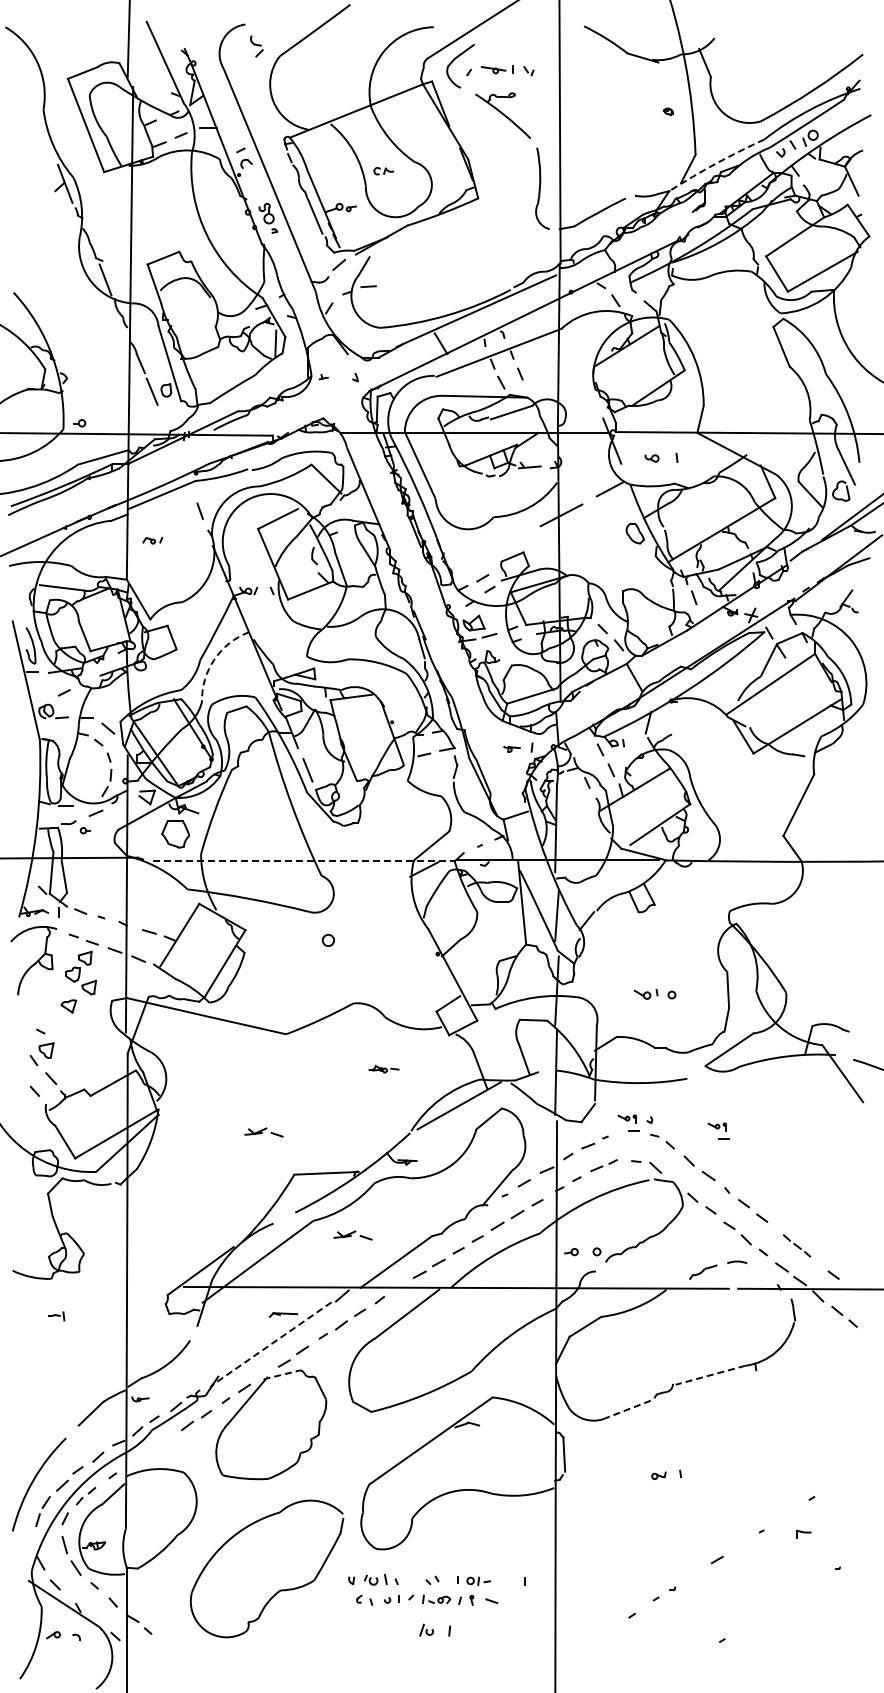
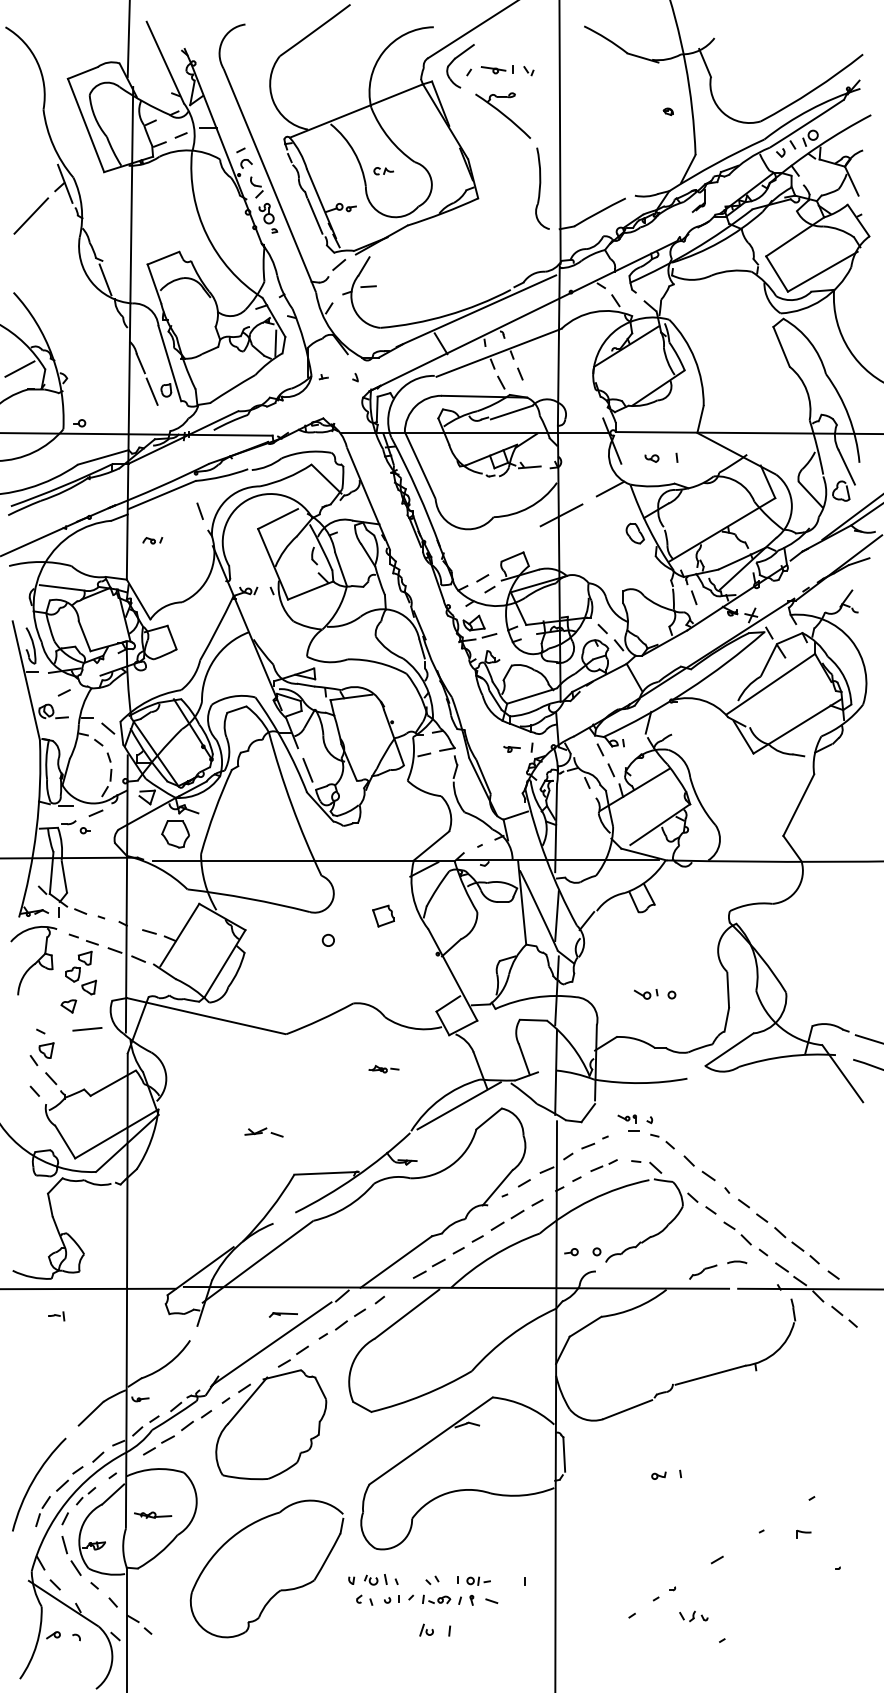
part at (256, 46) position: (256, 46) -> (256, 187)
arc at (715, 163): dashed -> solid
line at (31, 215): none -> present
line at (19, 368): none -> present
arc at (214, 659): dashed -> solid
line at (303, 861): dashed -> solid
part at (383, 915): none -> present
line at (87, 1028): none -> present
line at (867, 1038): none -> present
part at (718, 1130): present -> none
part at (352, 1235): present -> none
part at (796, 1245) size: 30x24 px -> 46x38 px
line at (88, 1288): none -> present
line at (271, 1343): dashed -> solid
line at (282, 1374): dashed -> solid
line at (710, 1375): dashed -> solid
line at (628, 1409): dashed -> solid
part at (158, 1445): none -> present
part at (153, 1514): none -> present
part at (693, 1616): none -> present
